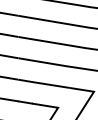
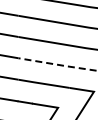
line at (58, 64): solid -> dashed
